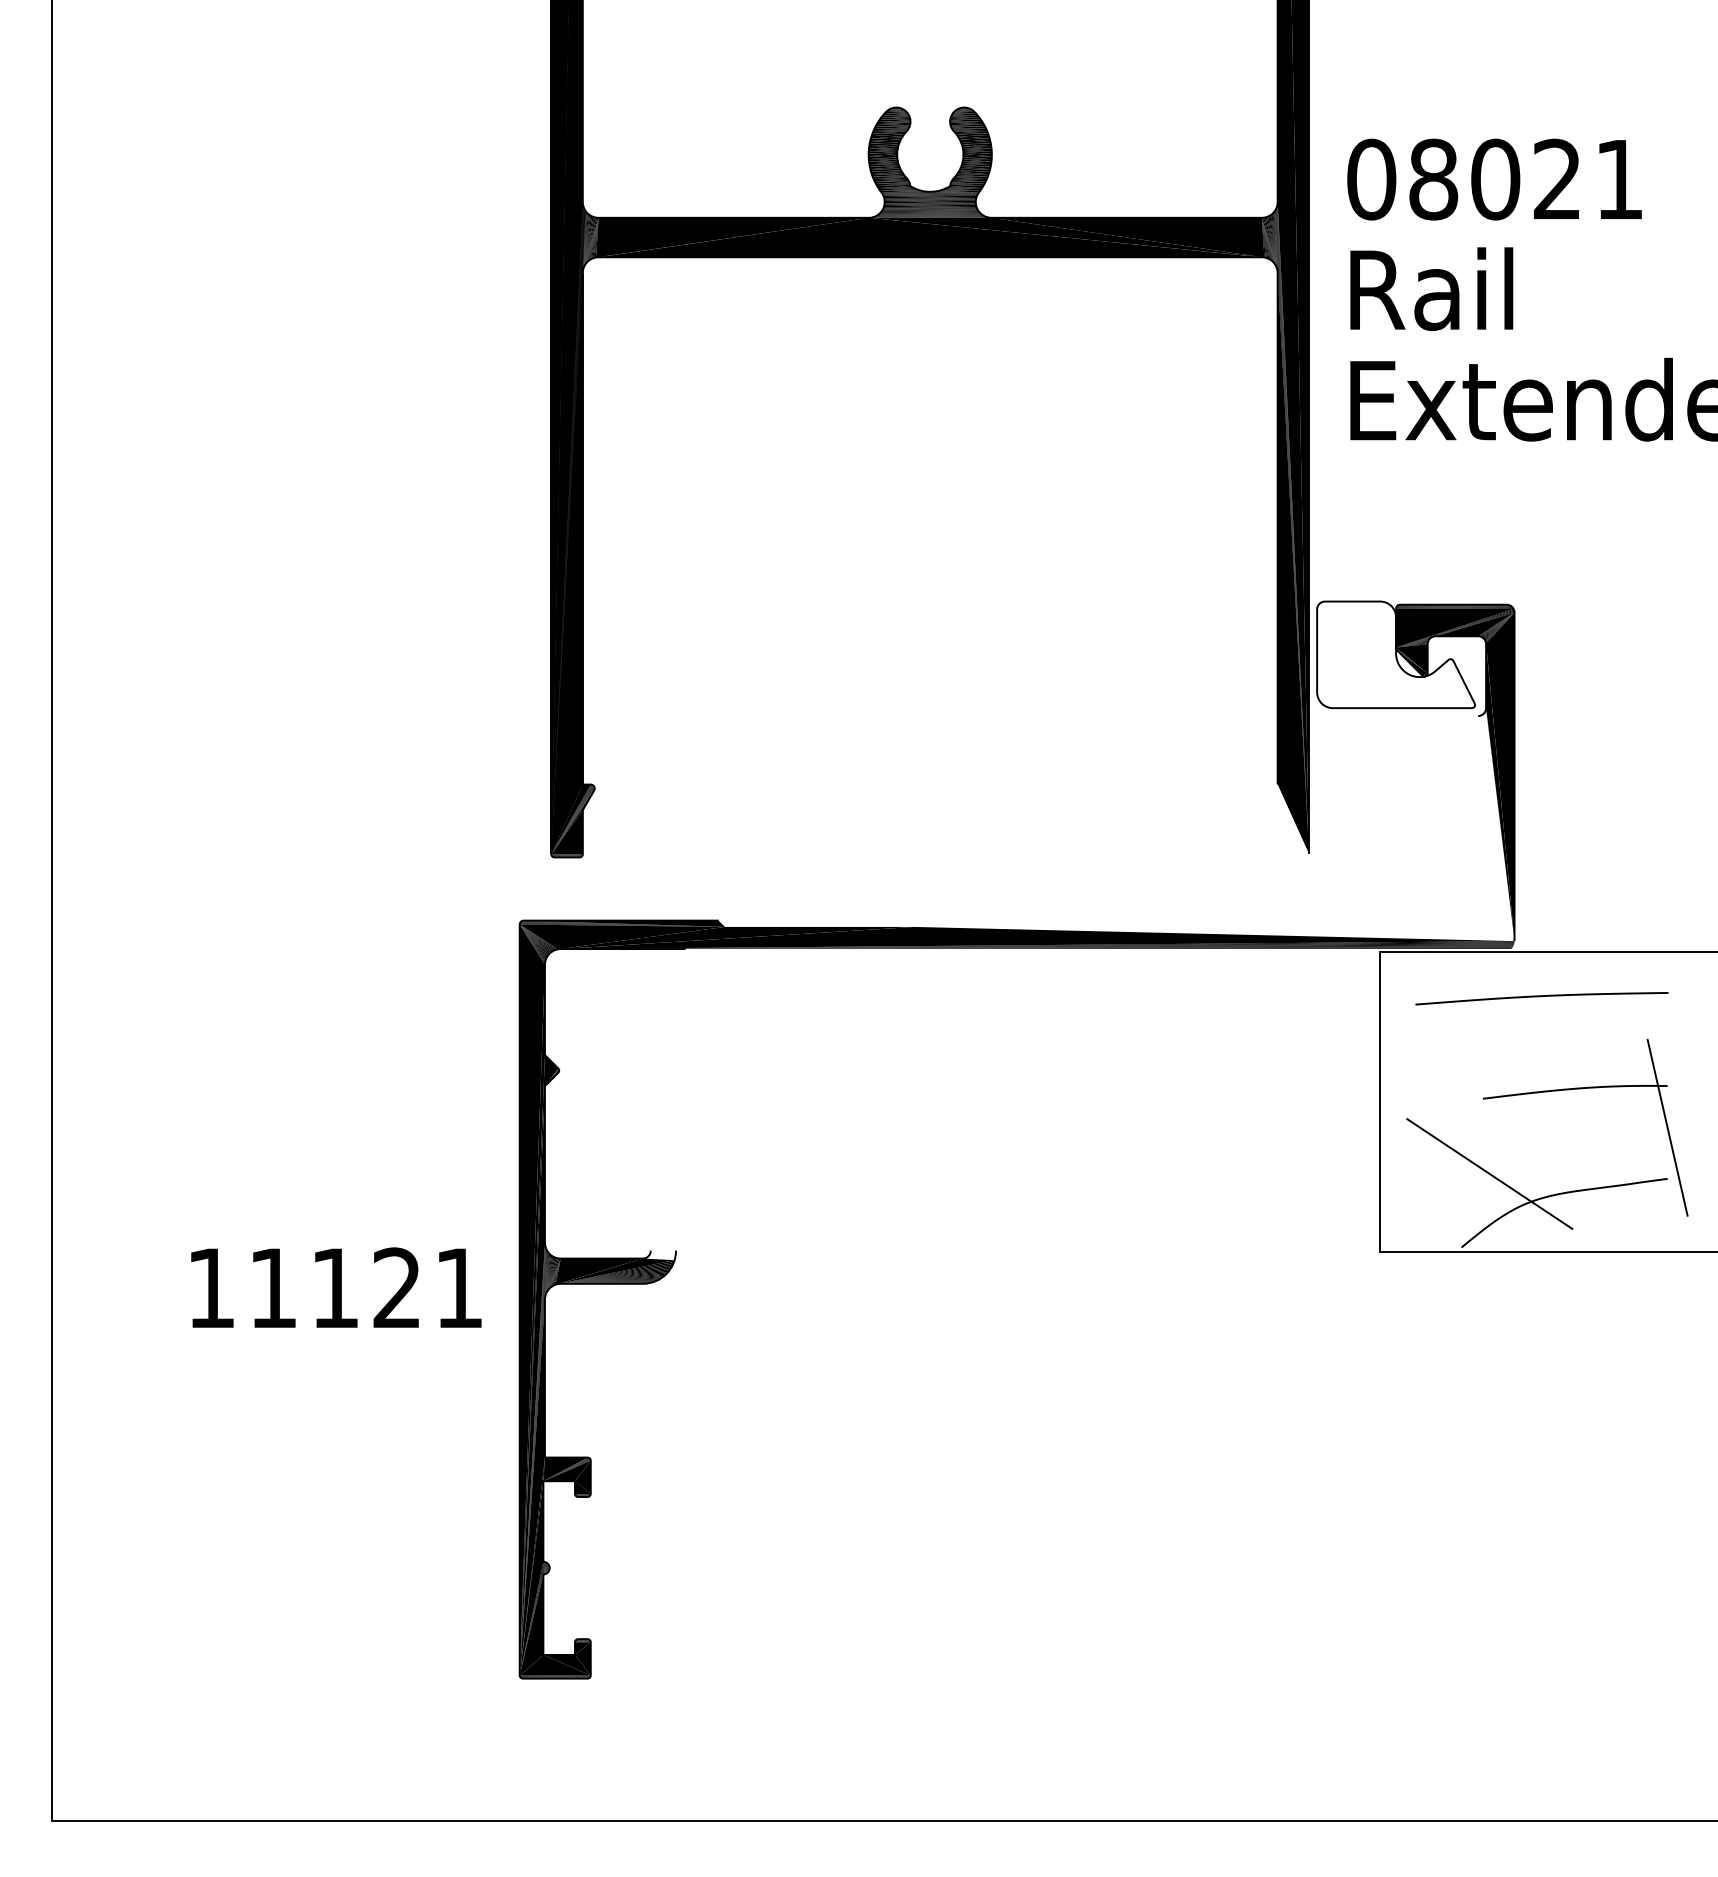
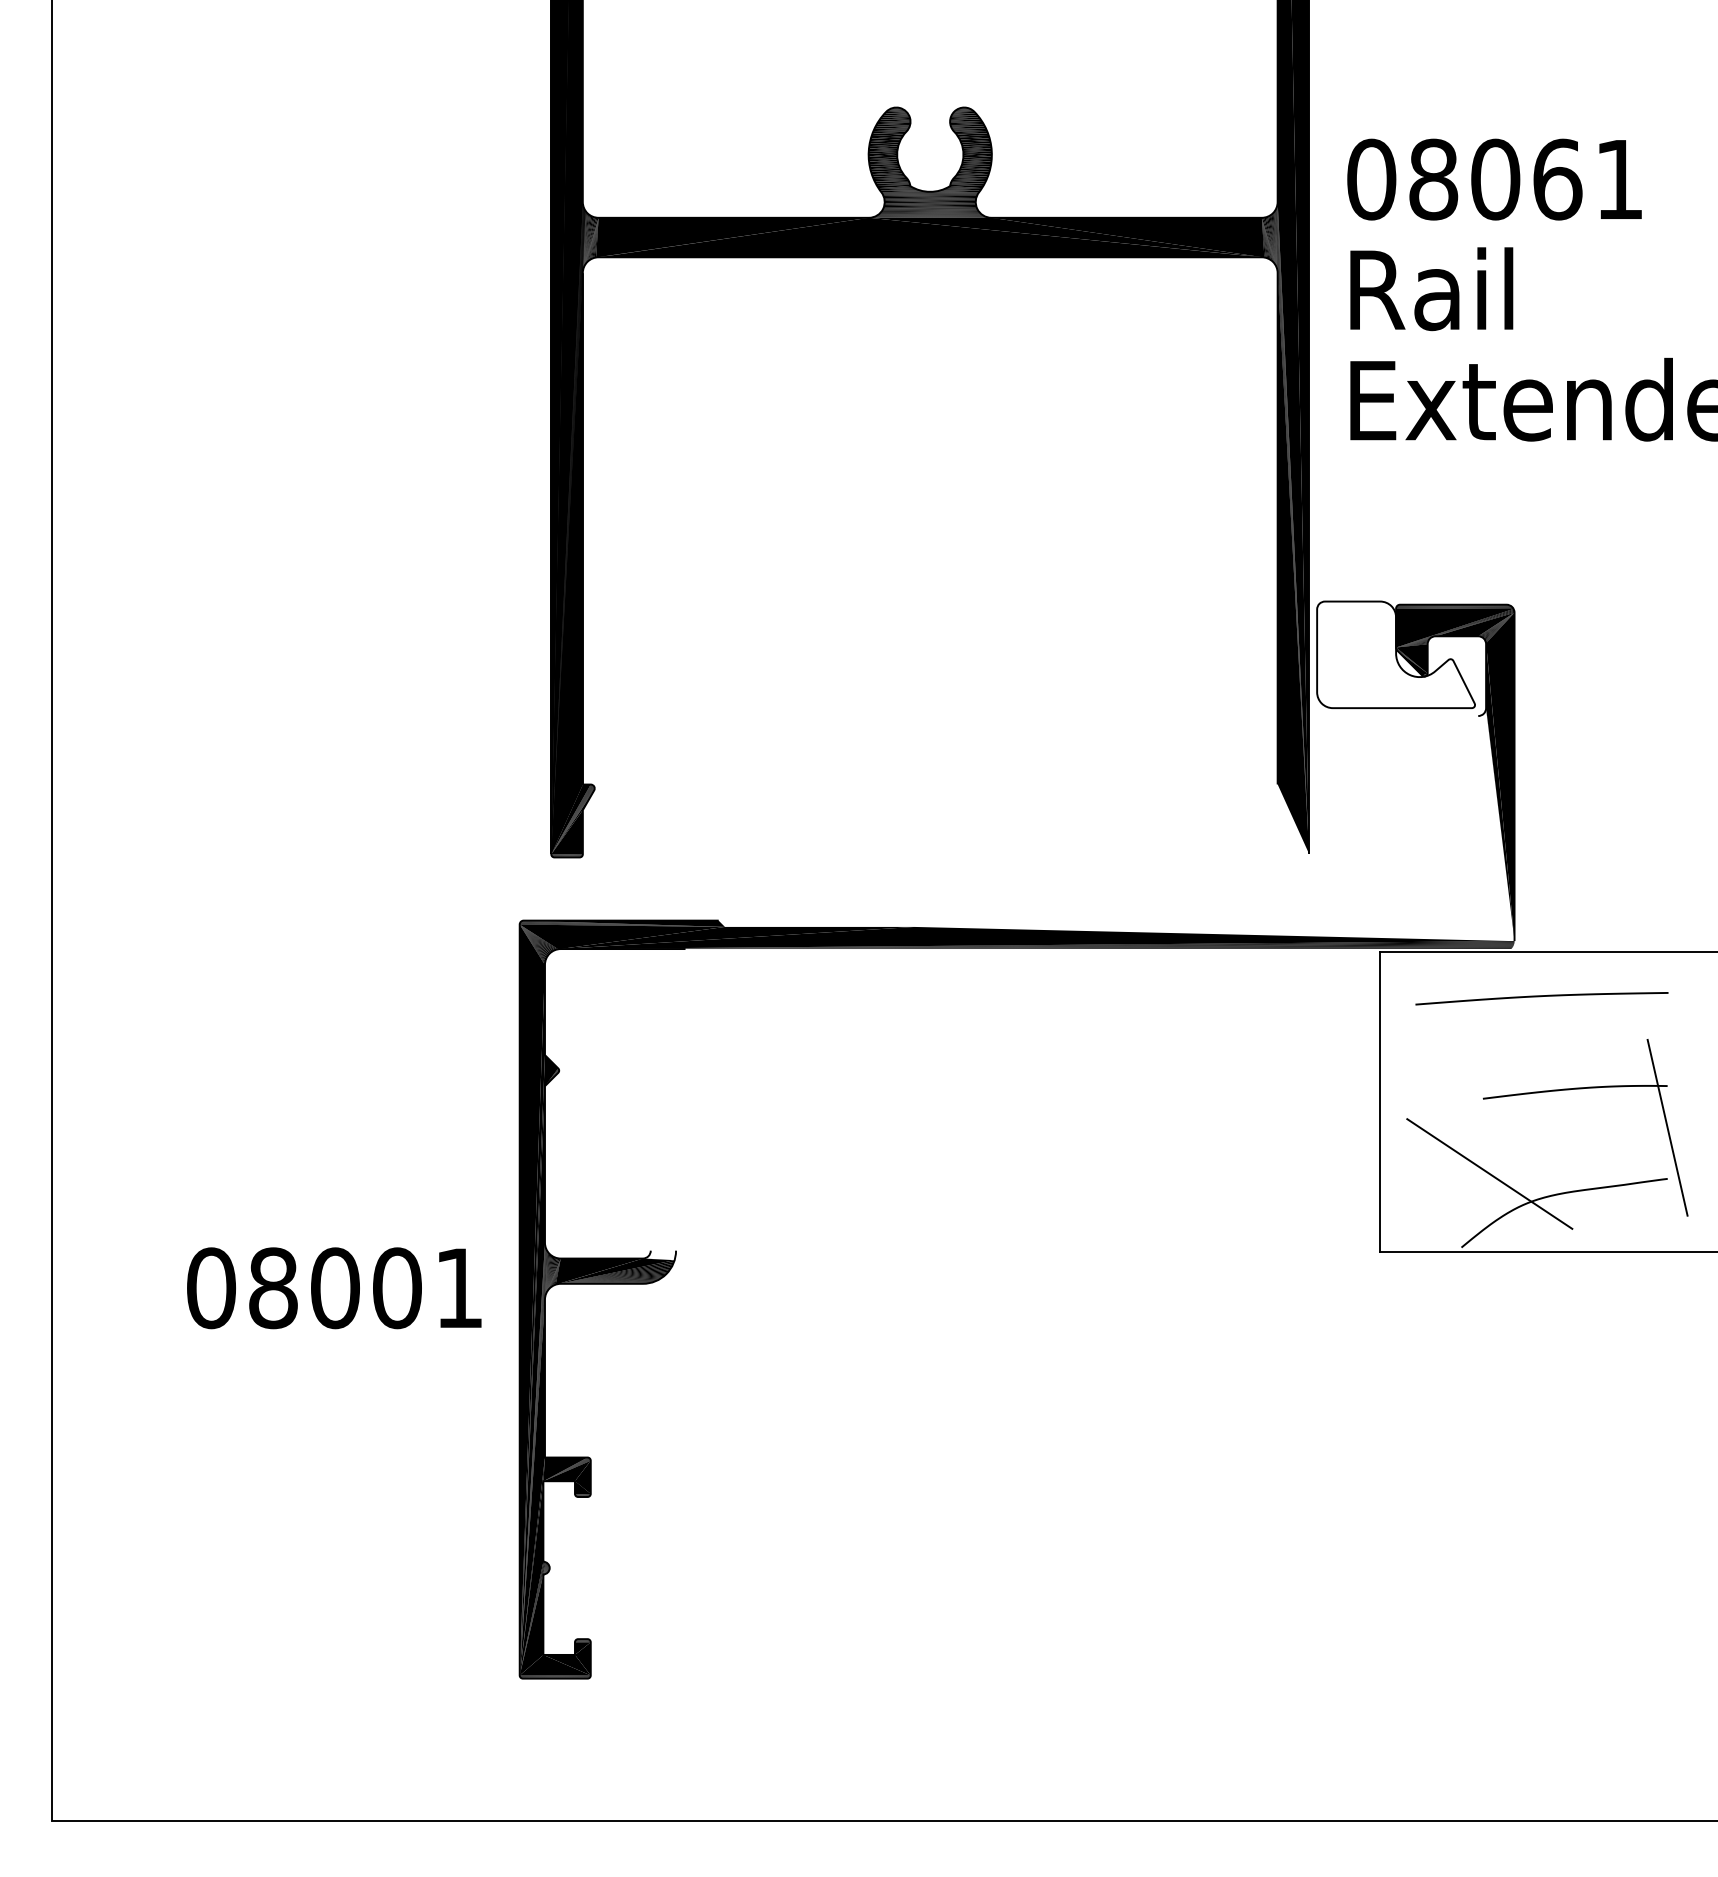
text at (1557, 179): 08021 -> 08061
text at (304, 1288): 11121 -> 08001
